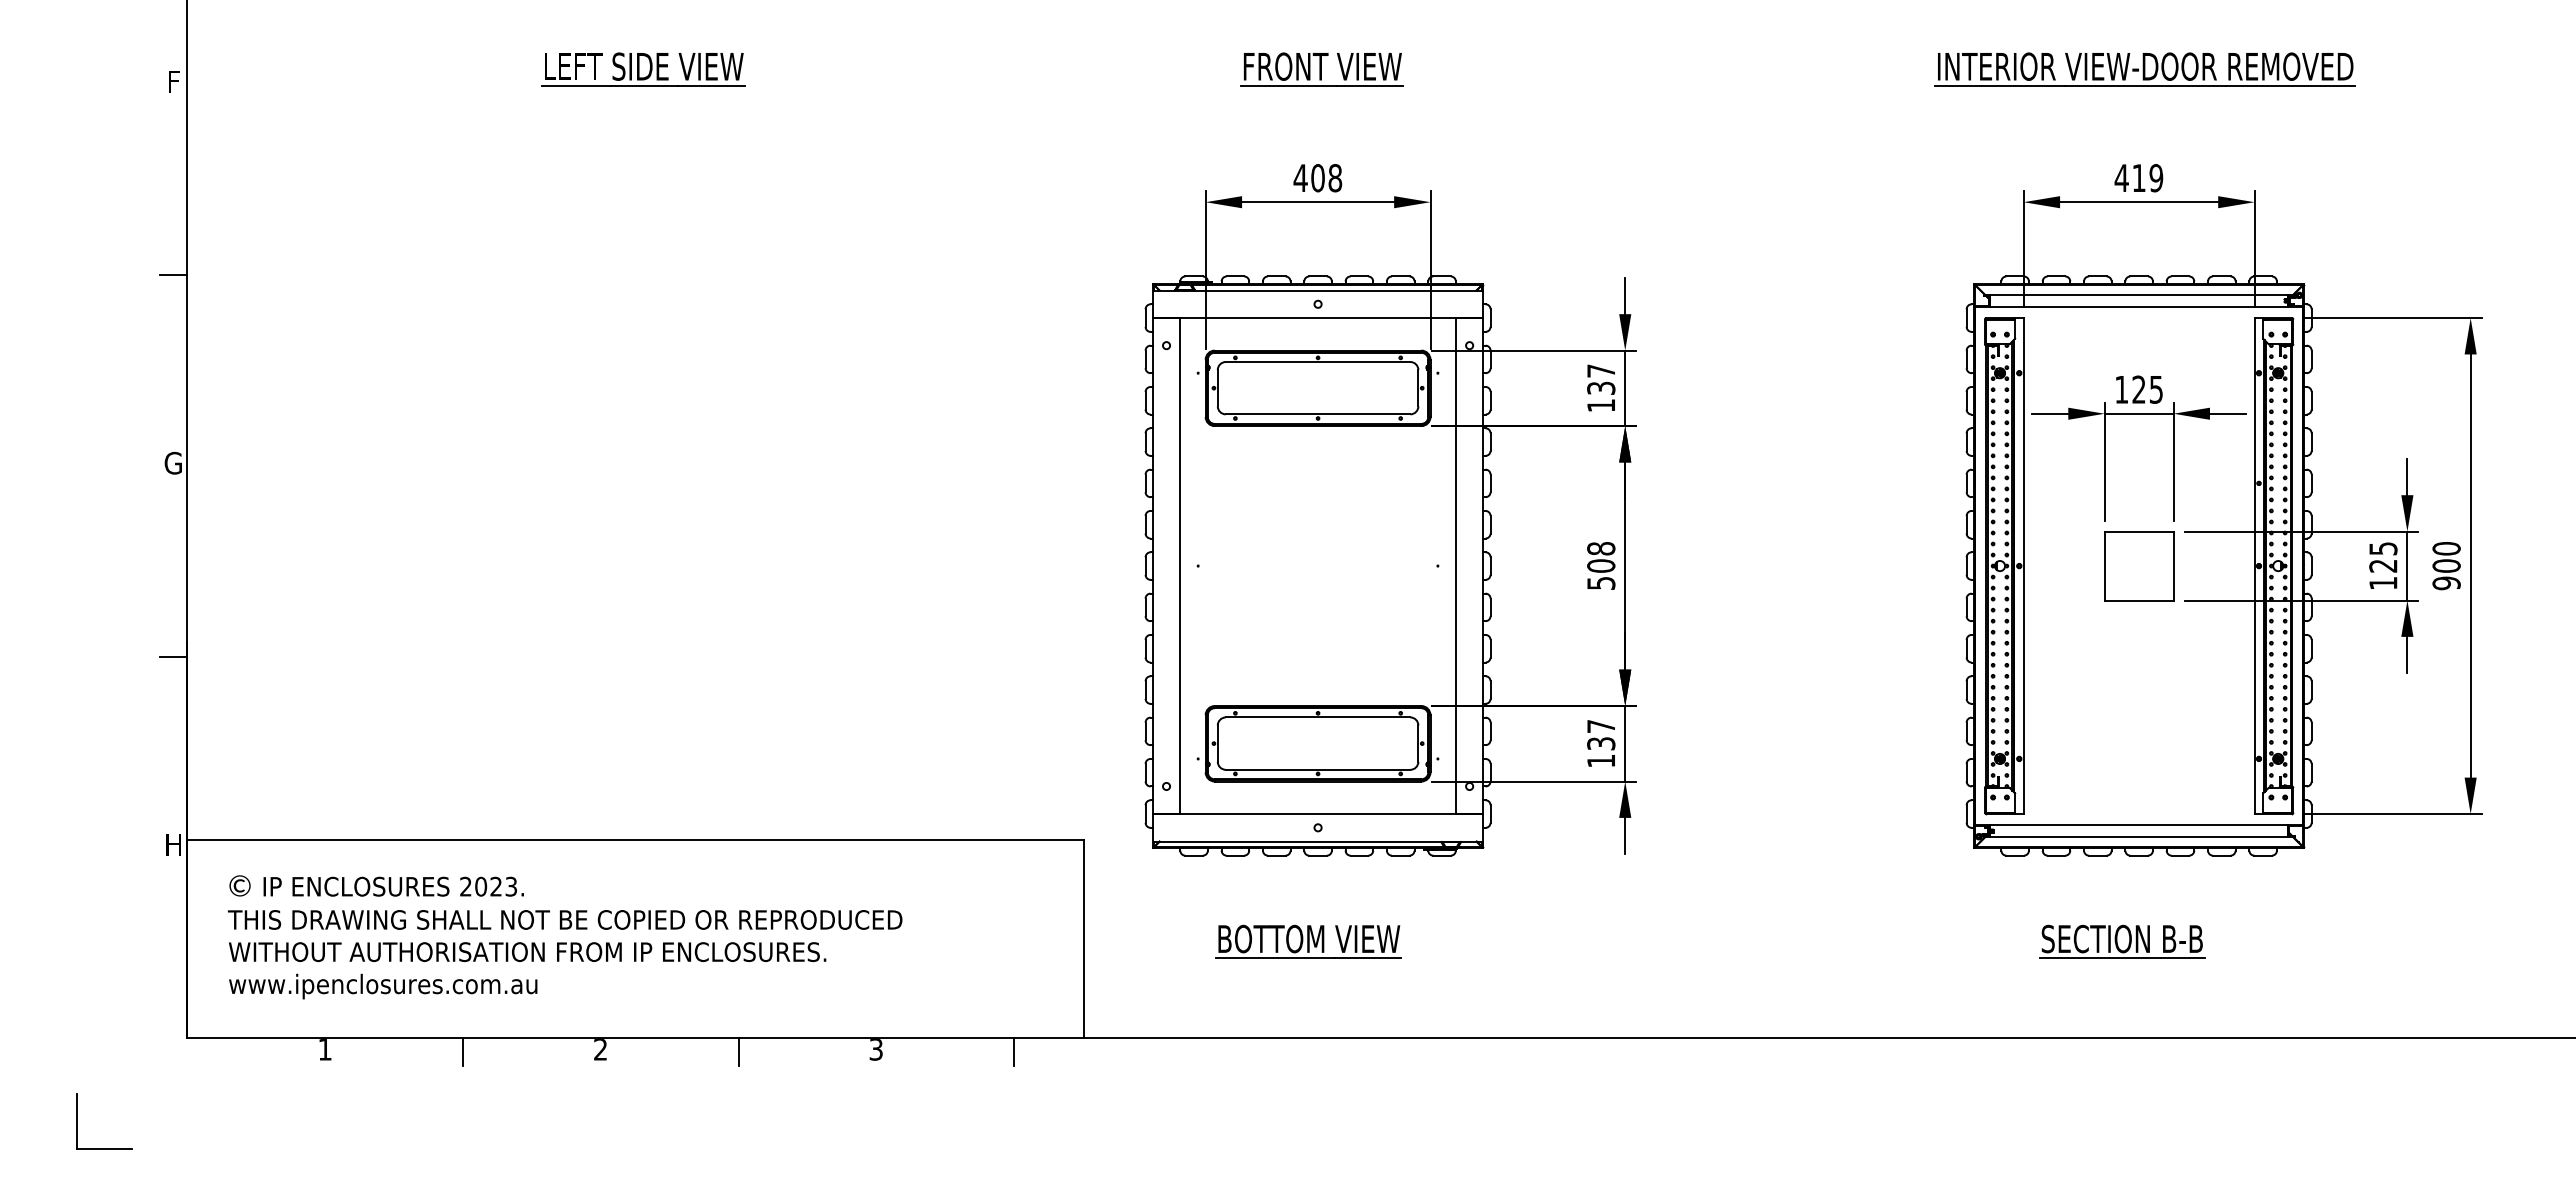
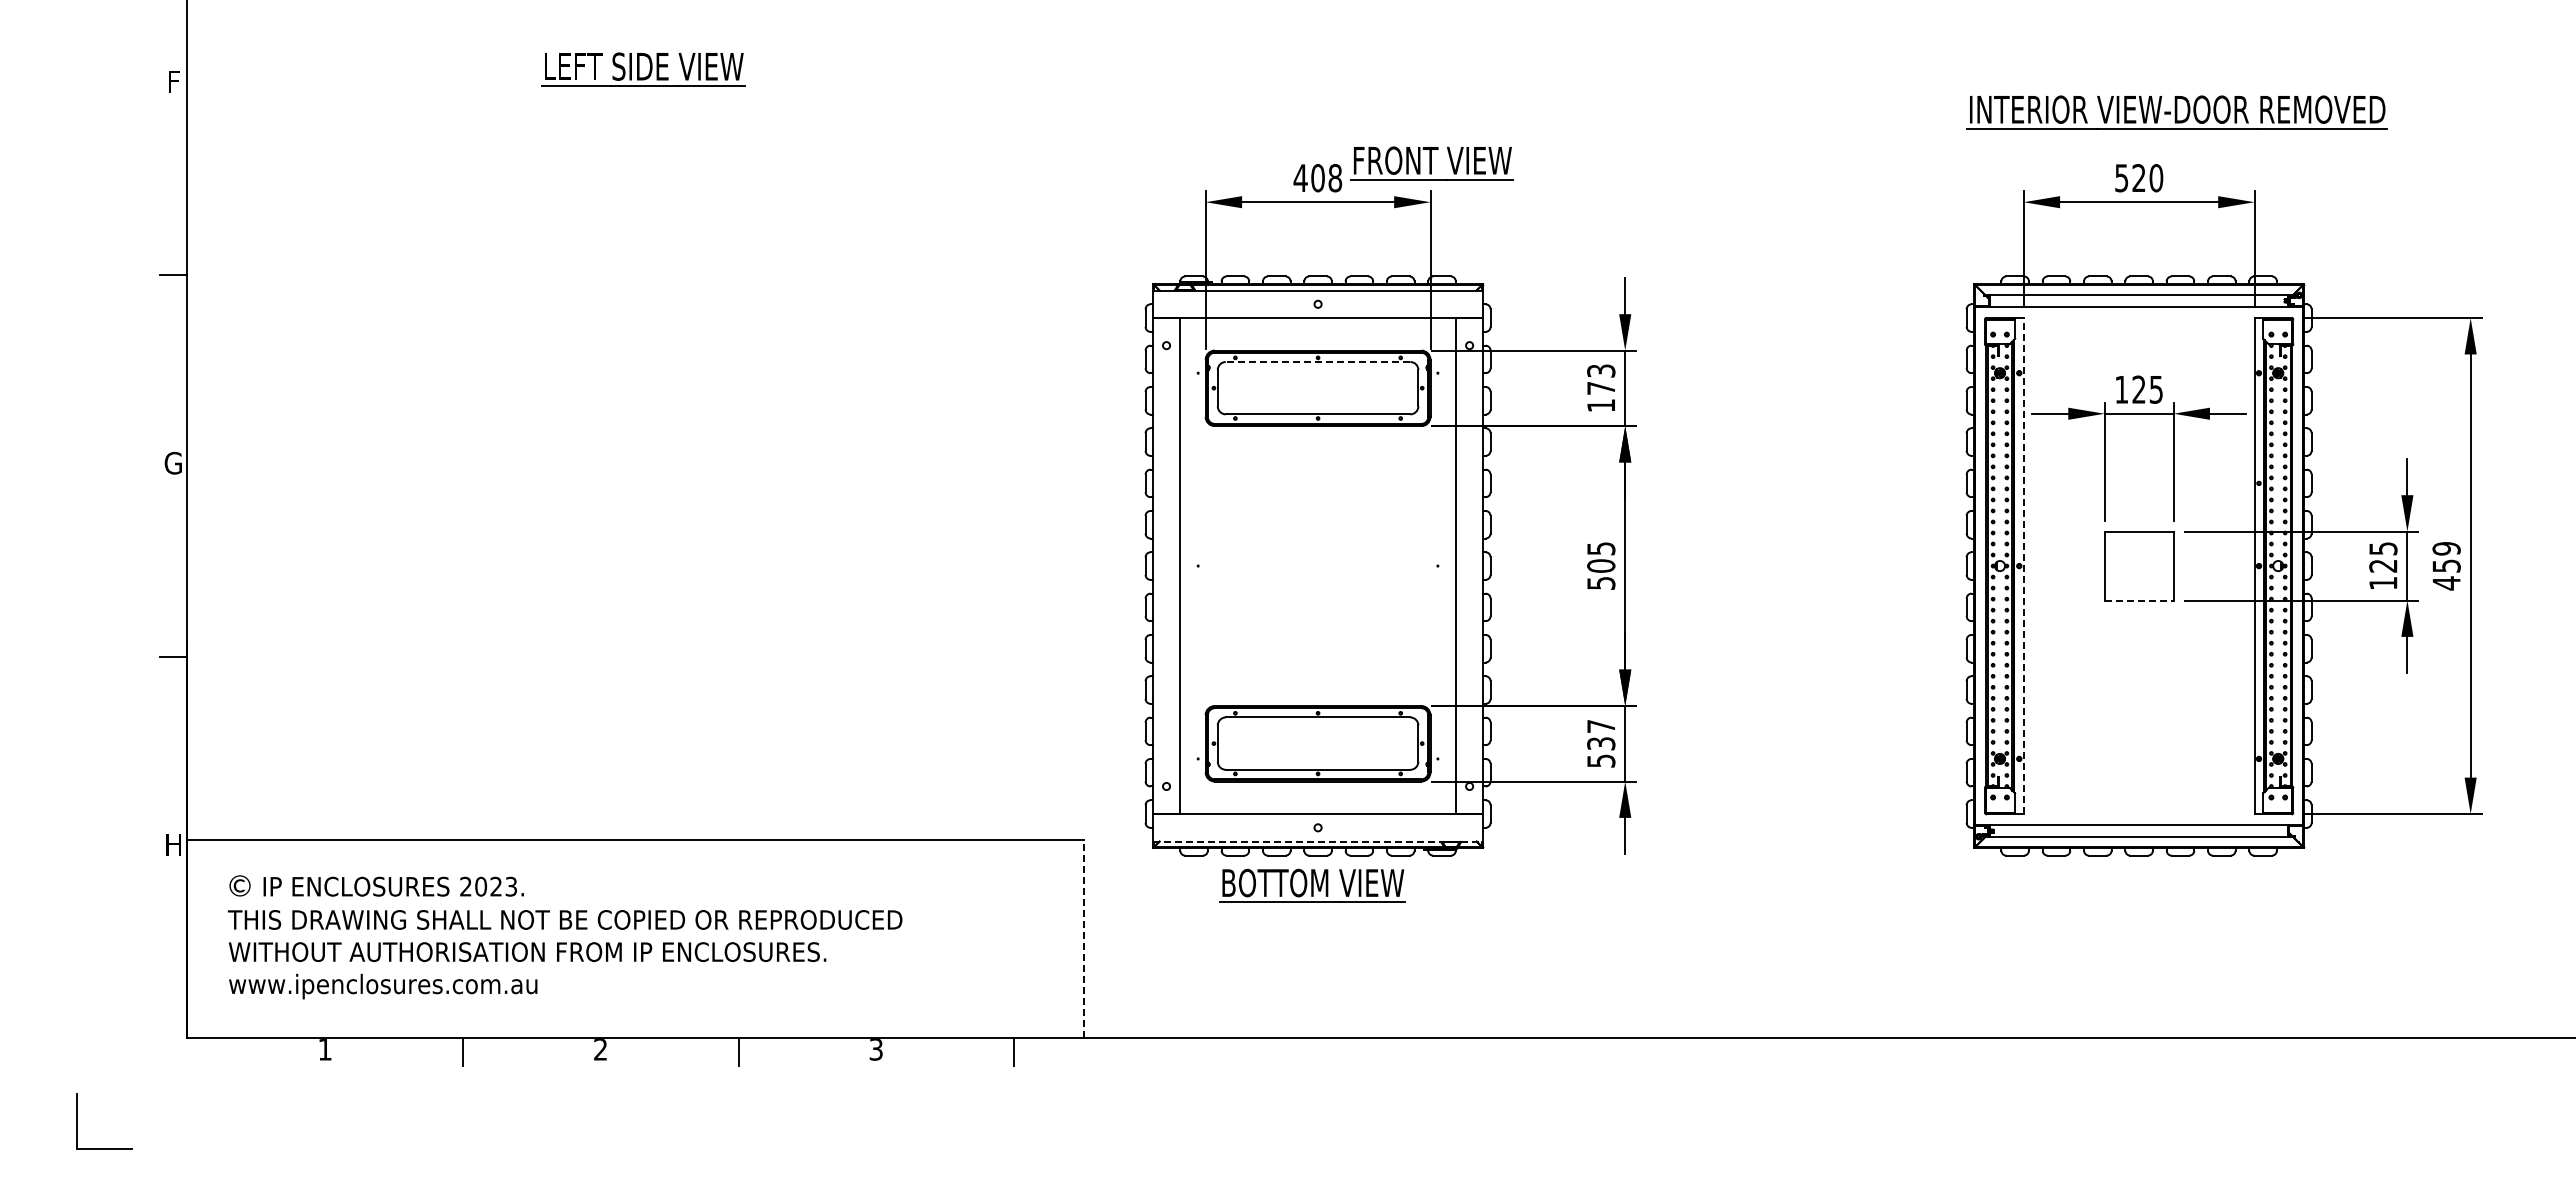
part at (1321, 69) position: (1321, 69) -> (1431, 163)
part at (2144, 69) position: (2144, 69) -> (2176, 112)
text at (2138, 178): 419 -> 520
line at (1317, 362): solid -> dashed
text at (1601, 379): 137 -> 173
text at (1601, 548): 508 -> 505
line at (2023, 566): solid -> dashed
text at (2446, 566): 900 -> 459
line at (2139, 600): solid -> dashed
text at (1601, 760): 137 -> 537
line at (1318, 841): solid -> dashed
line at (1083, 938): solid -> dashed
part at (1308, 941) position: (1308, 941) -> (1312, 885)
part at (2122, 941): present -> none
